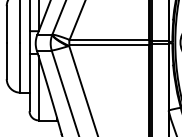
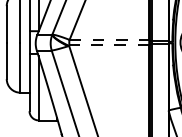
line at (109, 39): solid -> dashed
line at (109, 45): solid -> dashed
